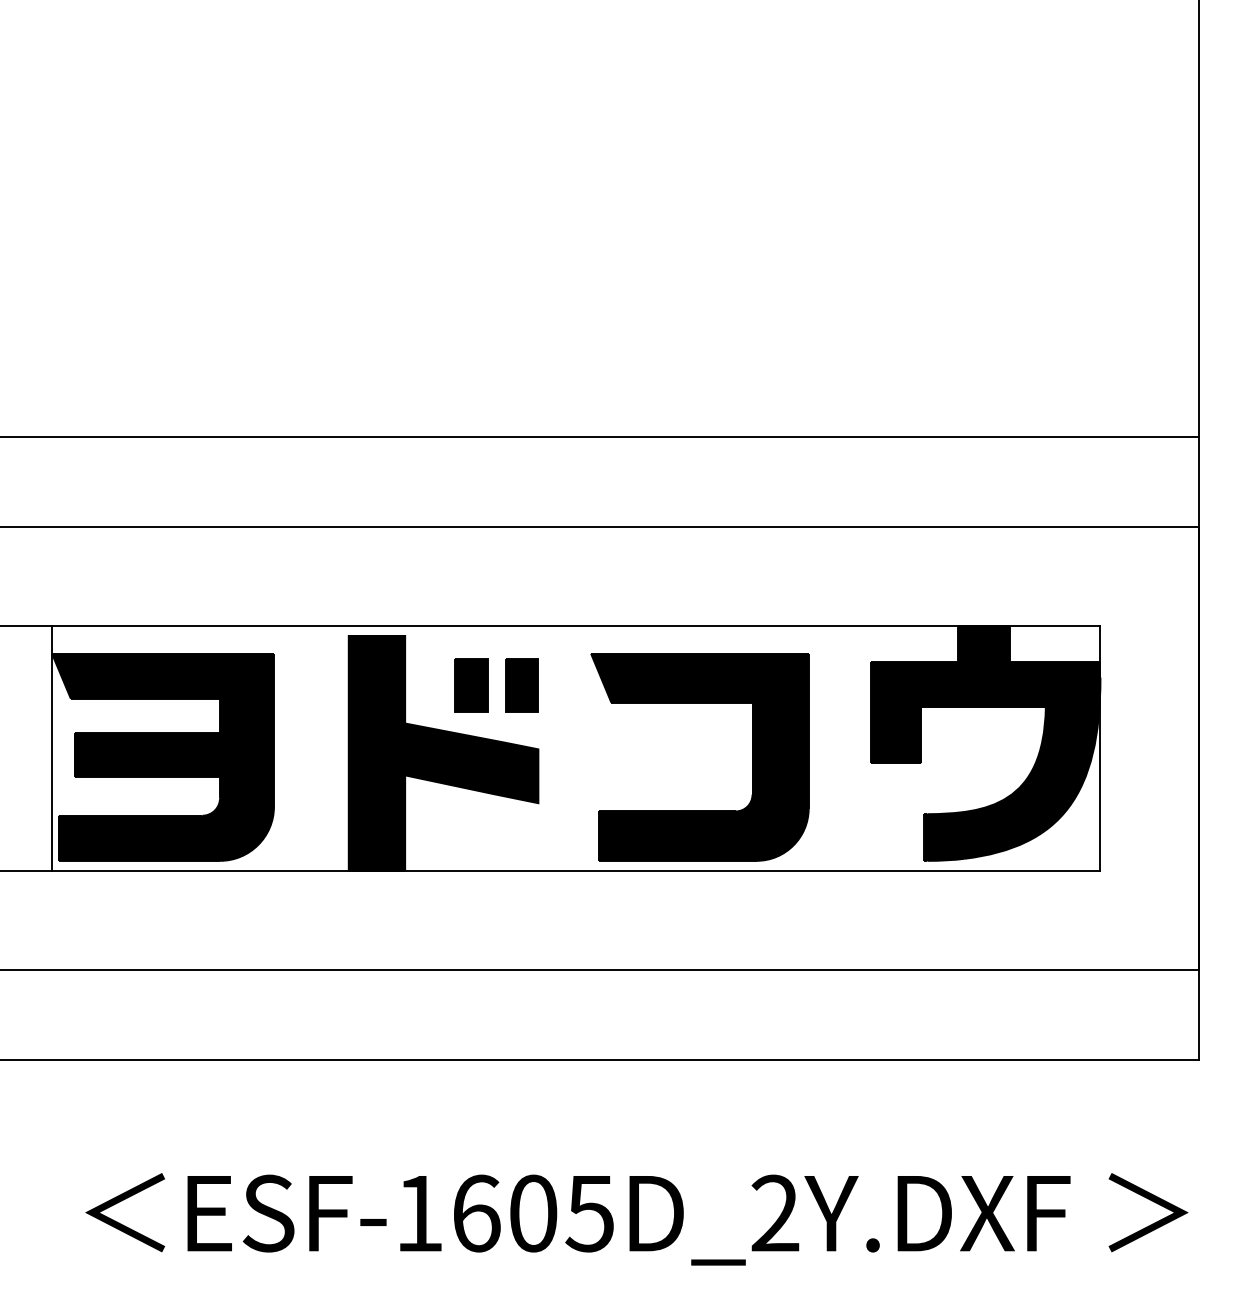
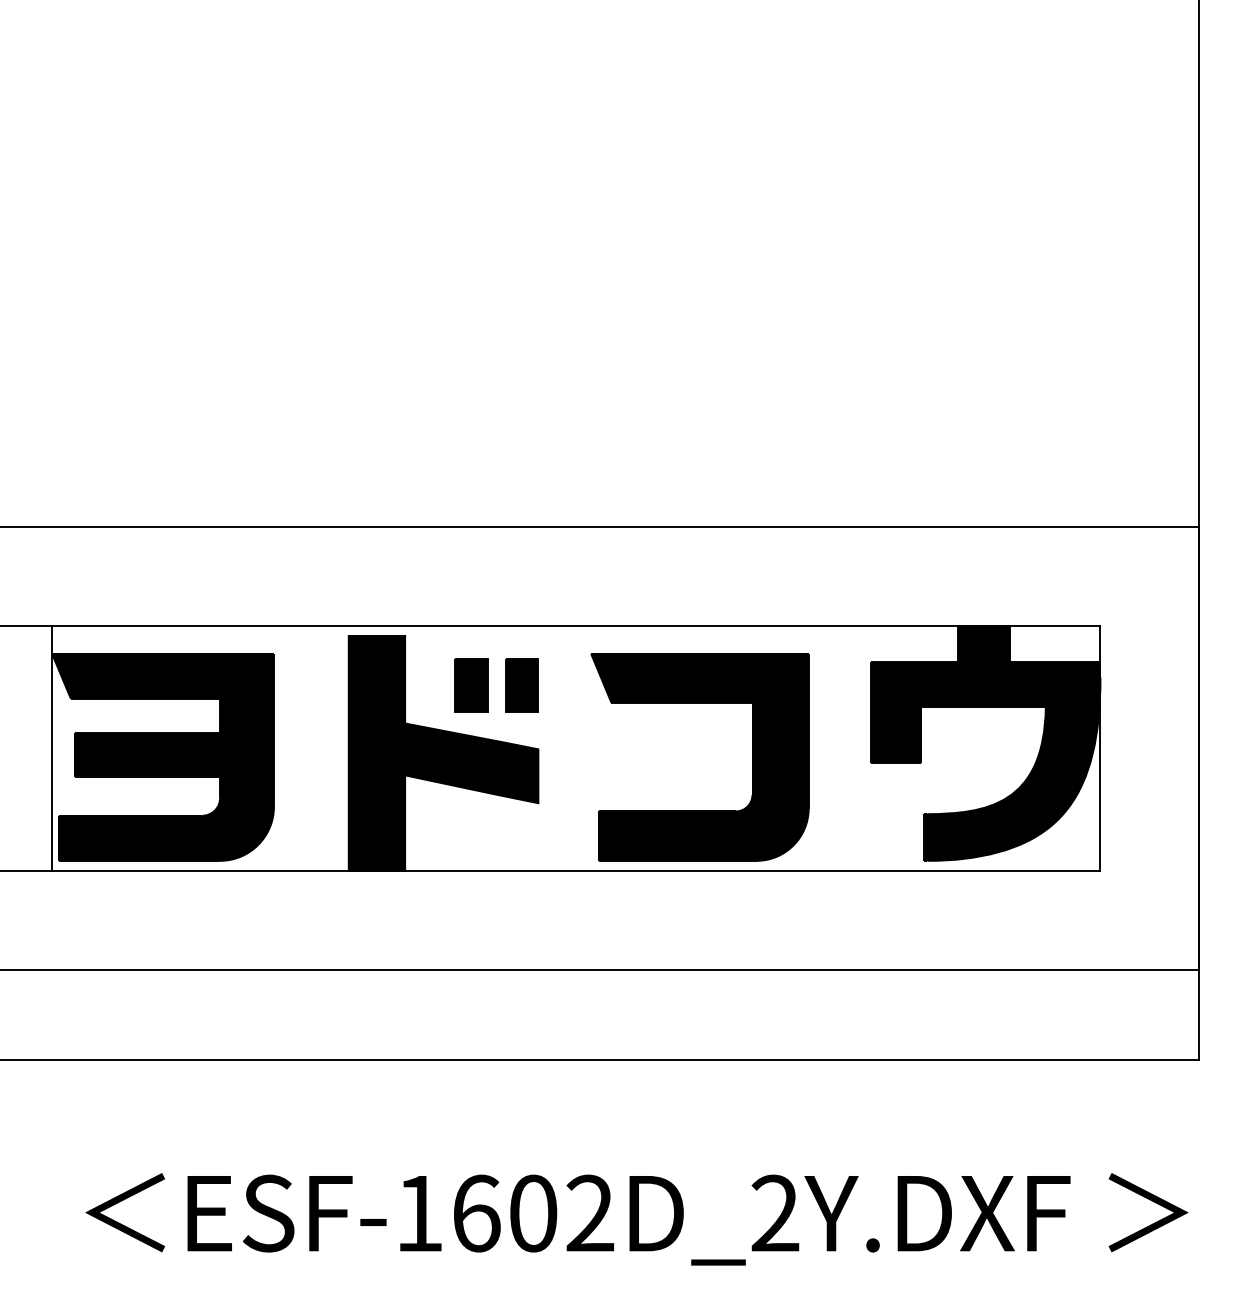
line at (600, 436): present -> none
text at (589, 1213): ESF-1605D_2Y.DXF -> ESF-1602D_2Y.DXF
